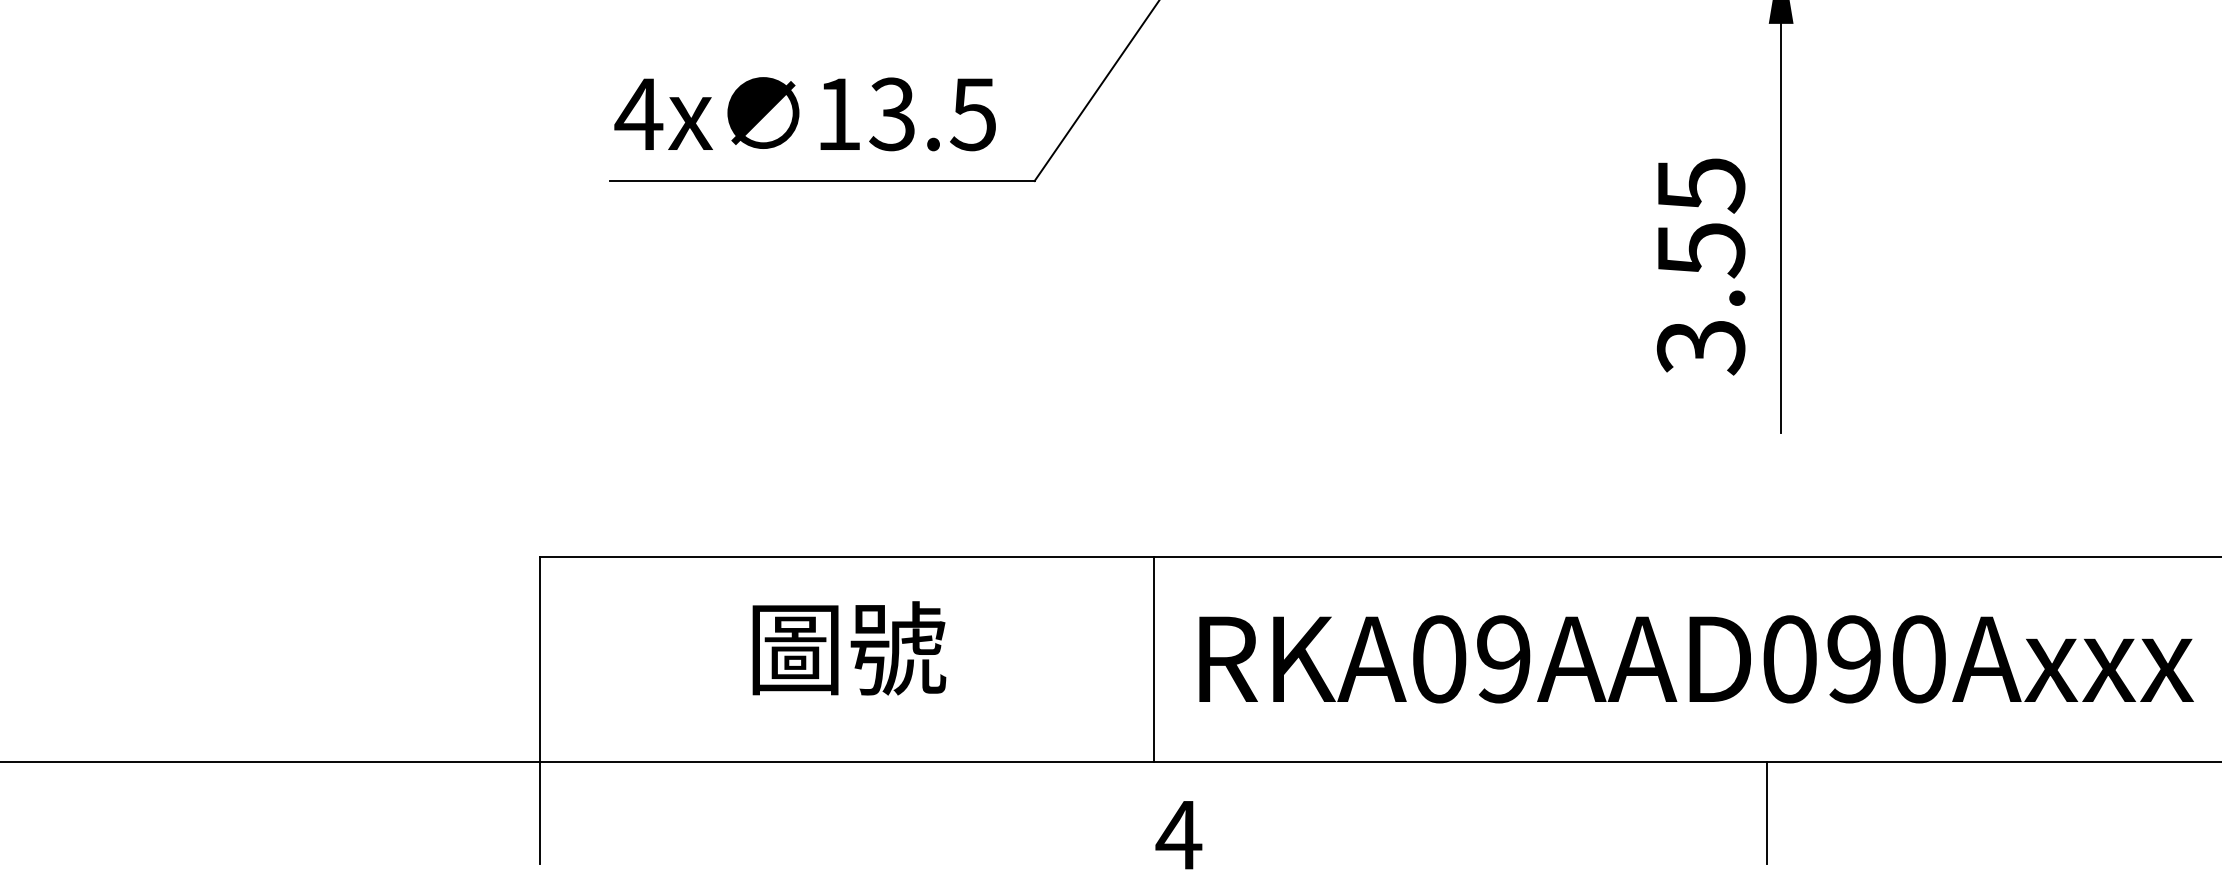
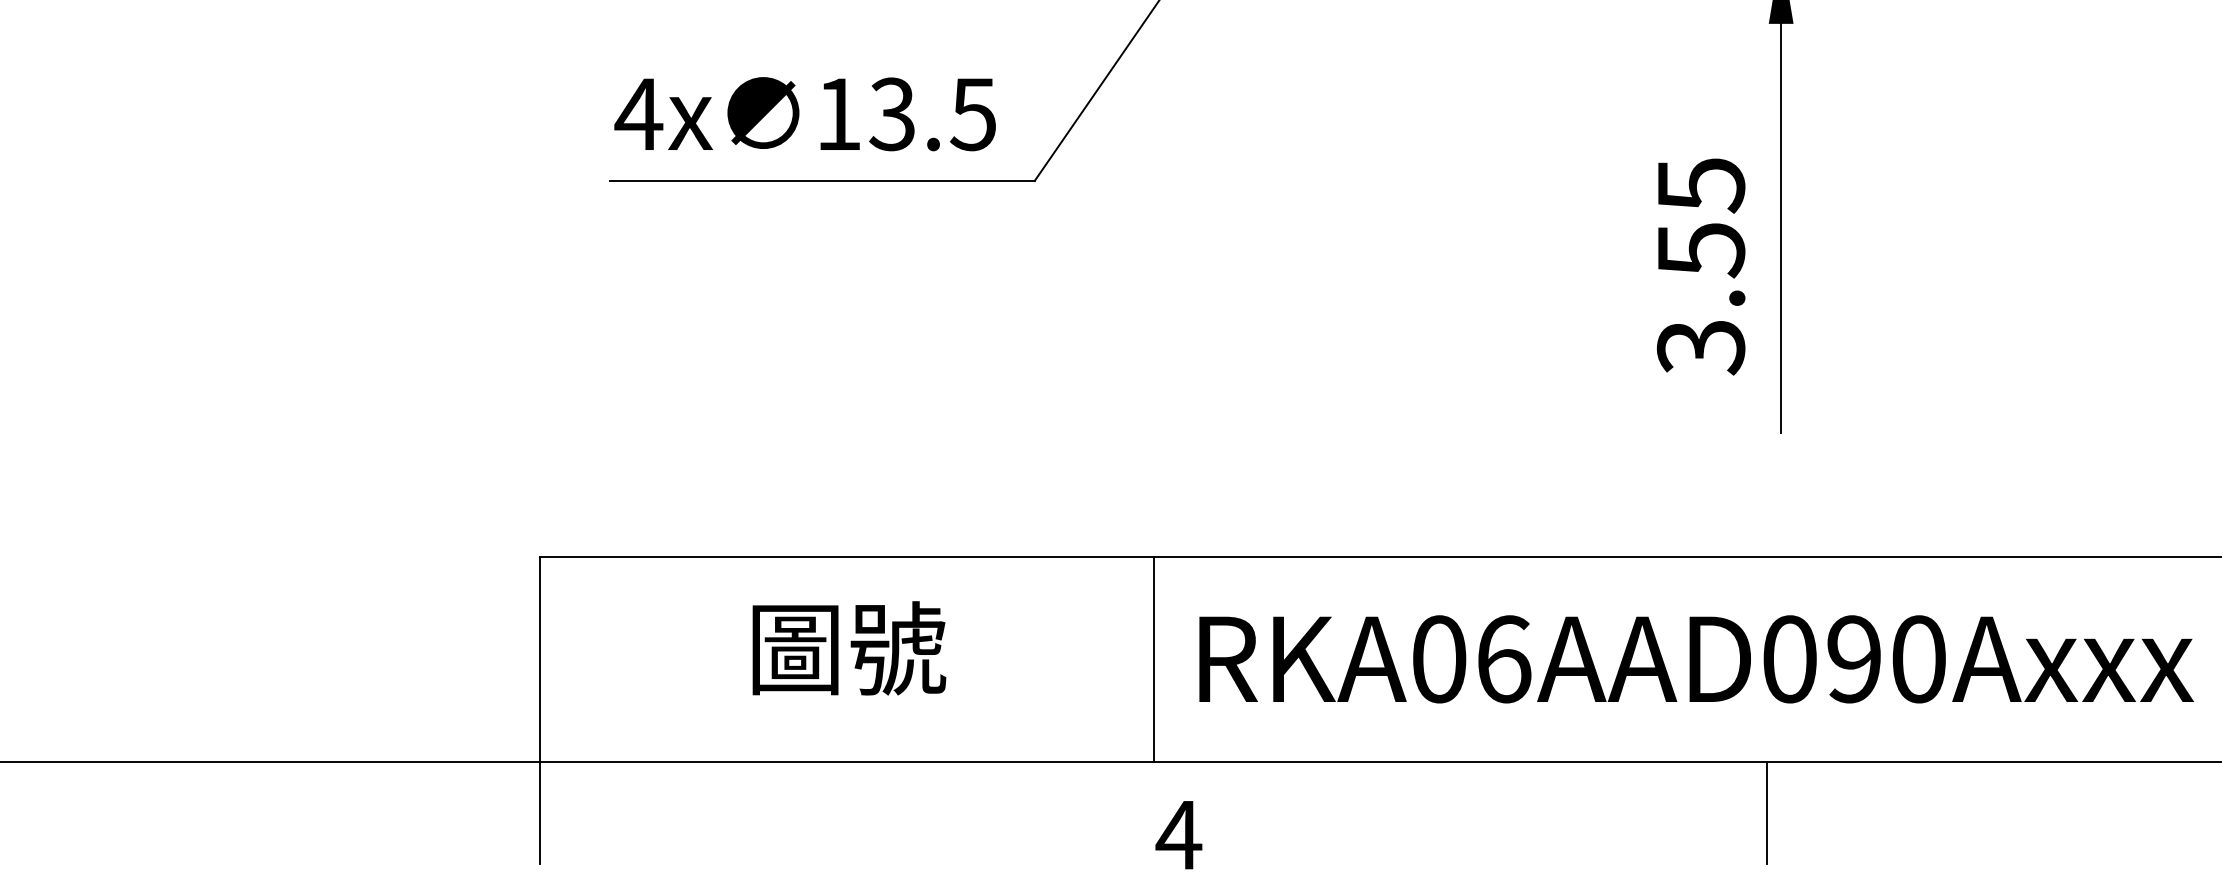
text at (1504, 659): RKA09AAD090Axxx -> RKA06AAD090Axxx
